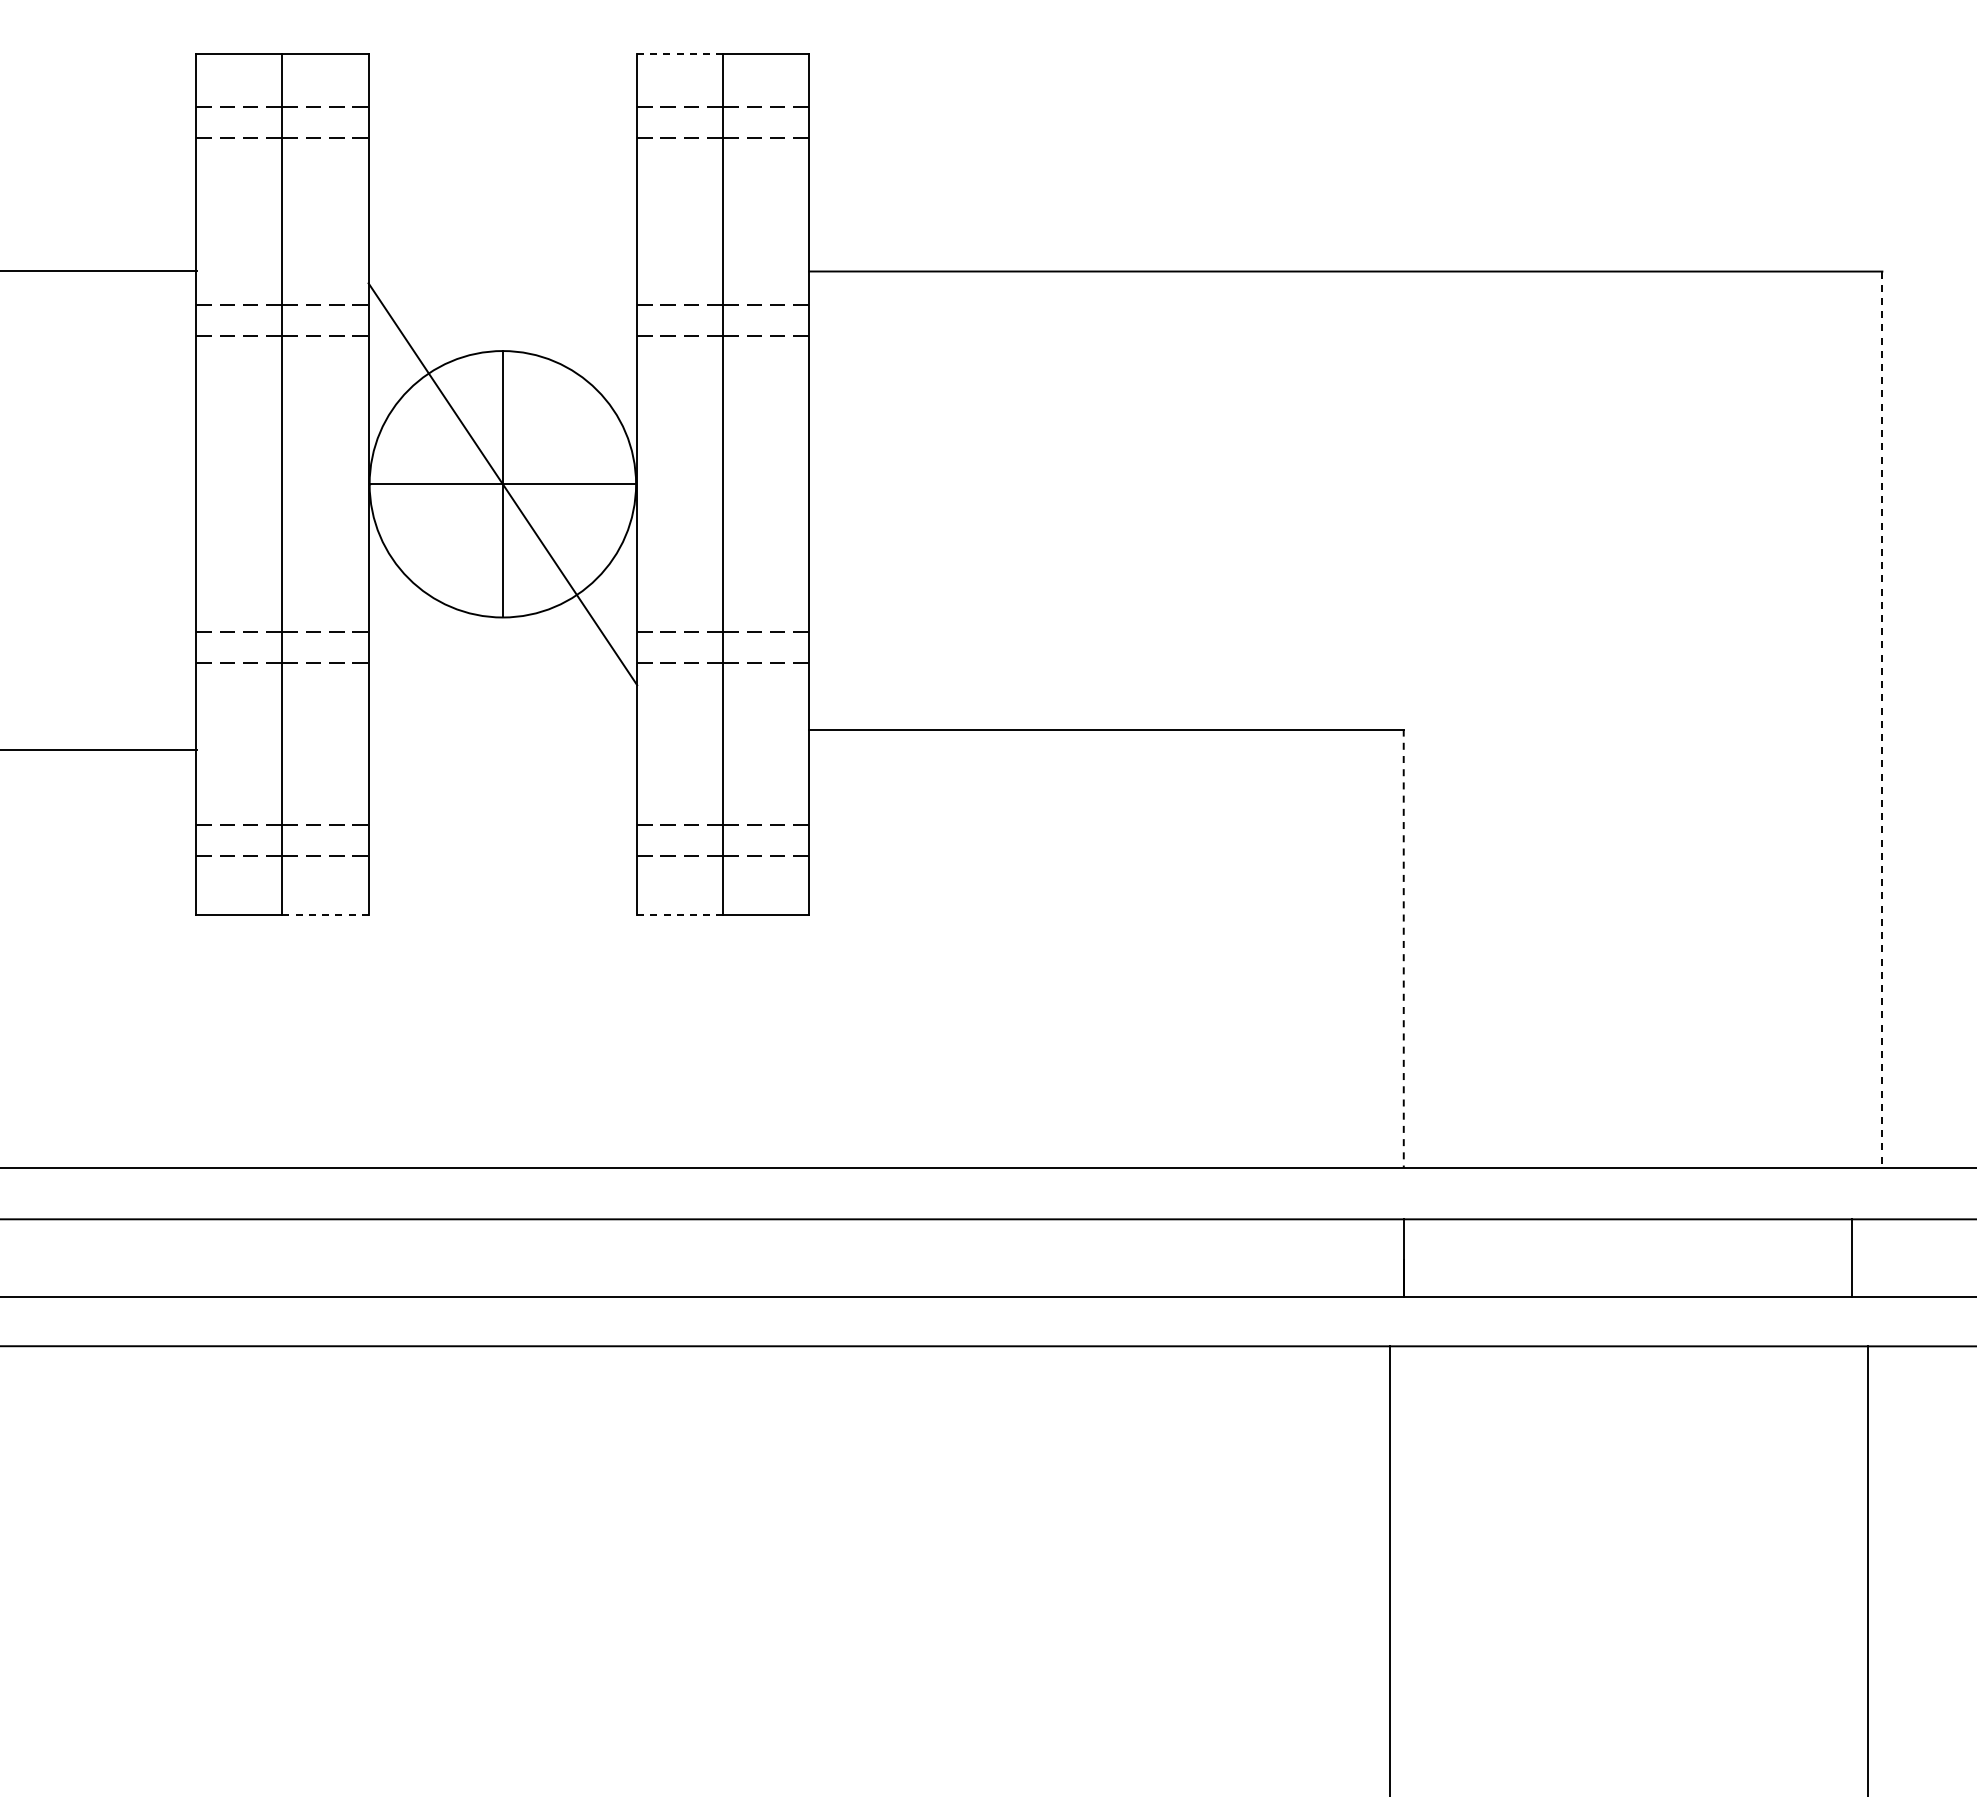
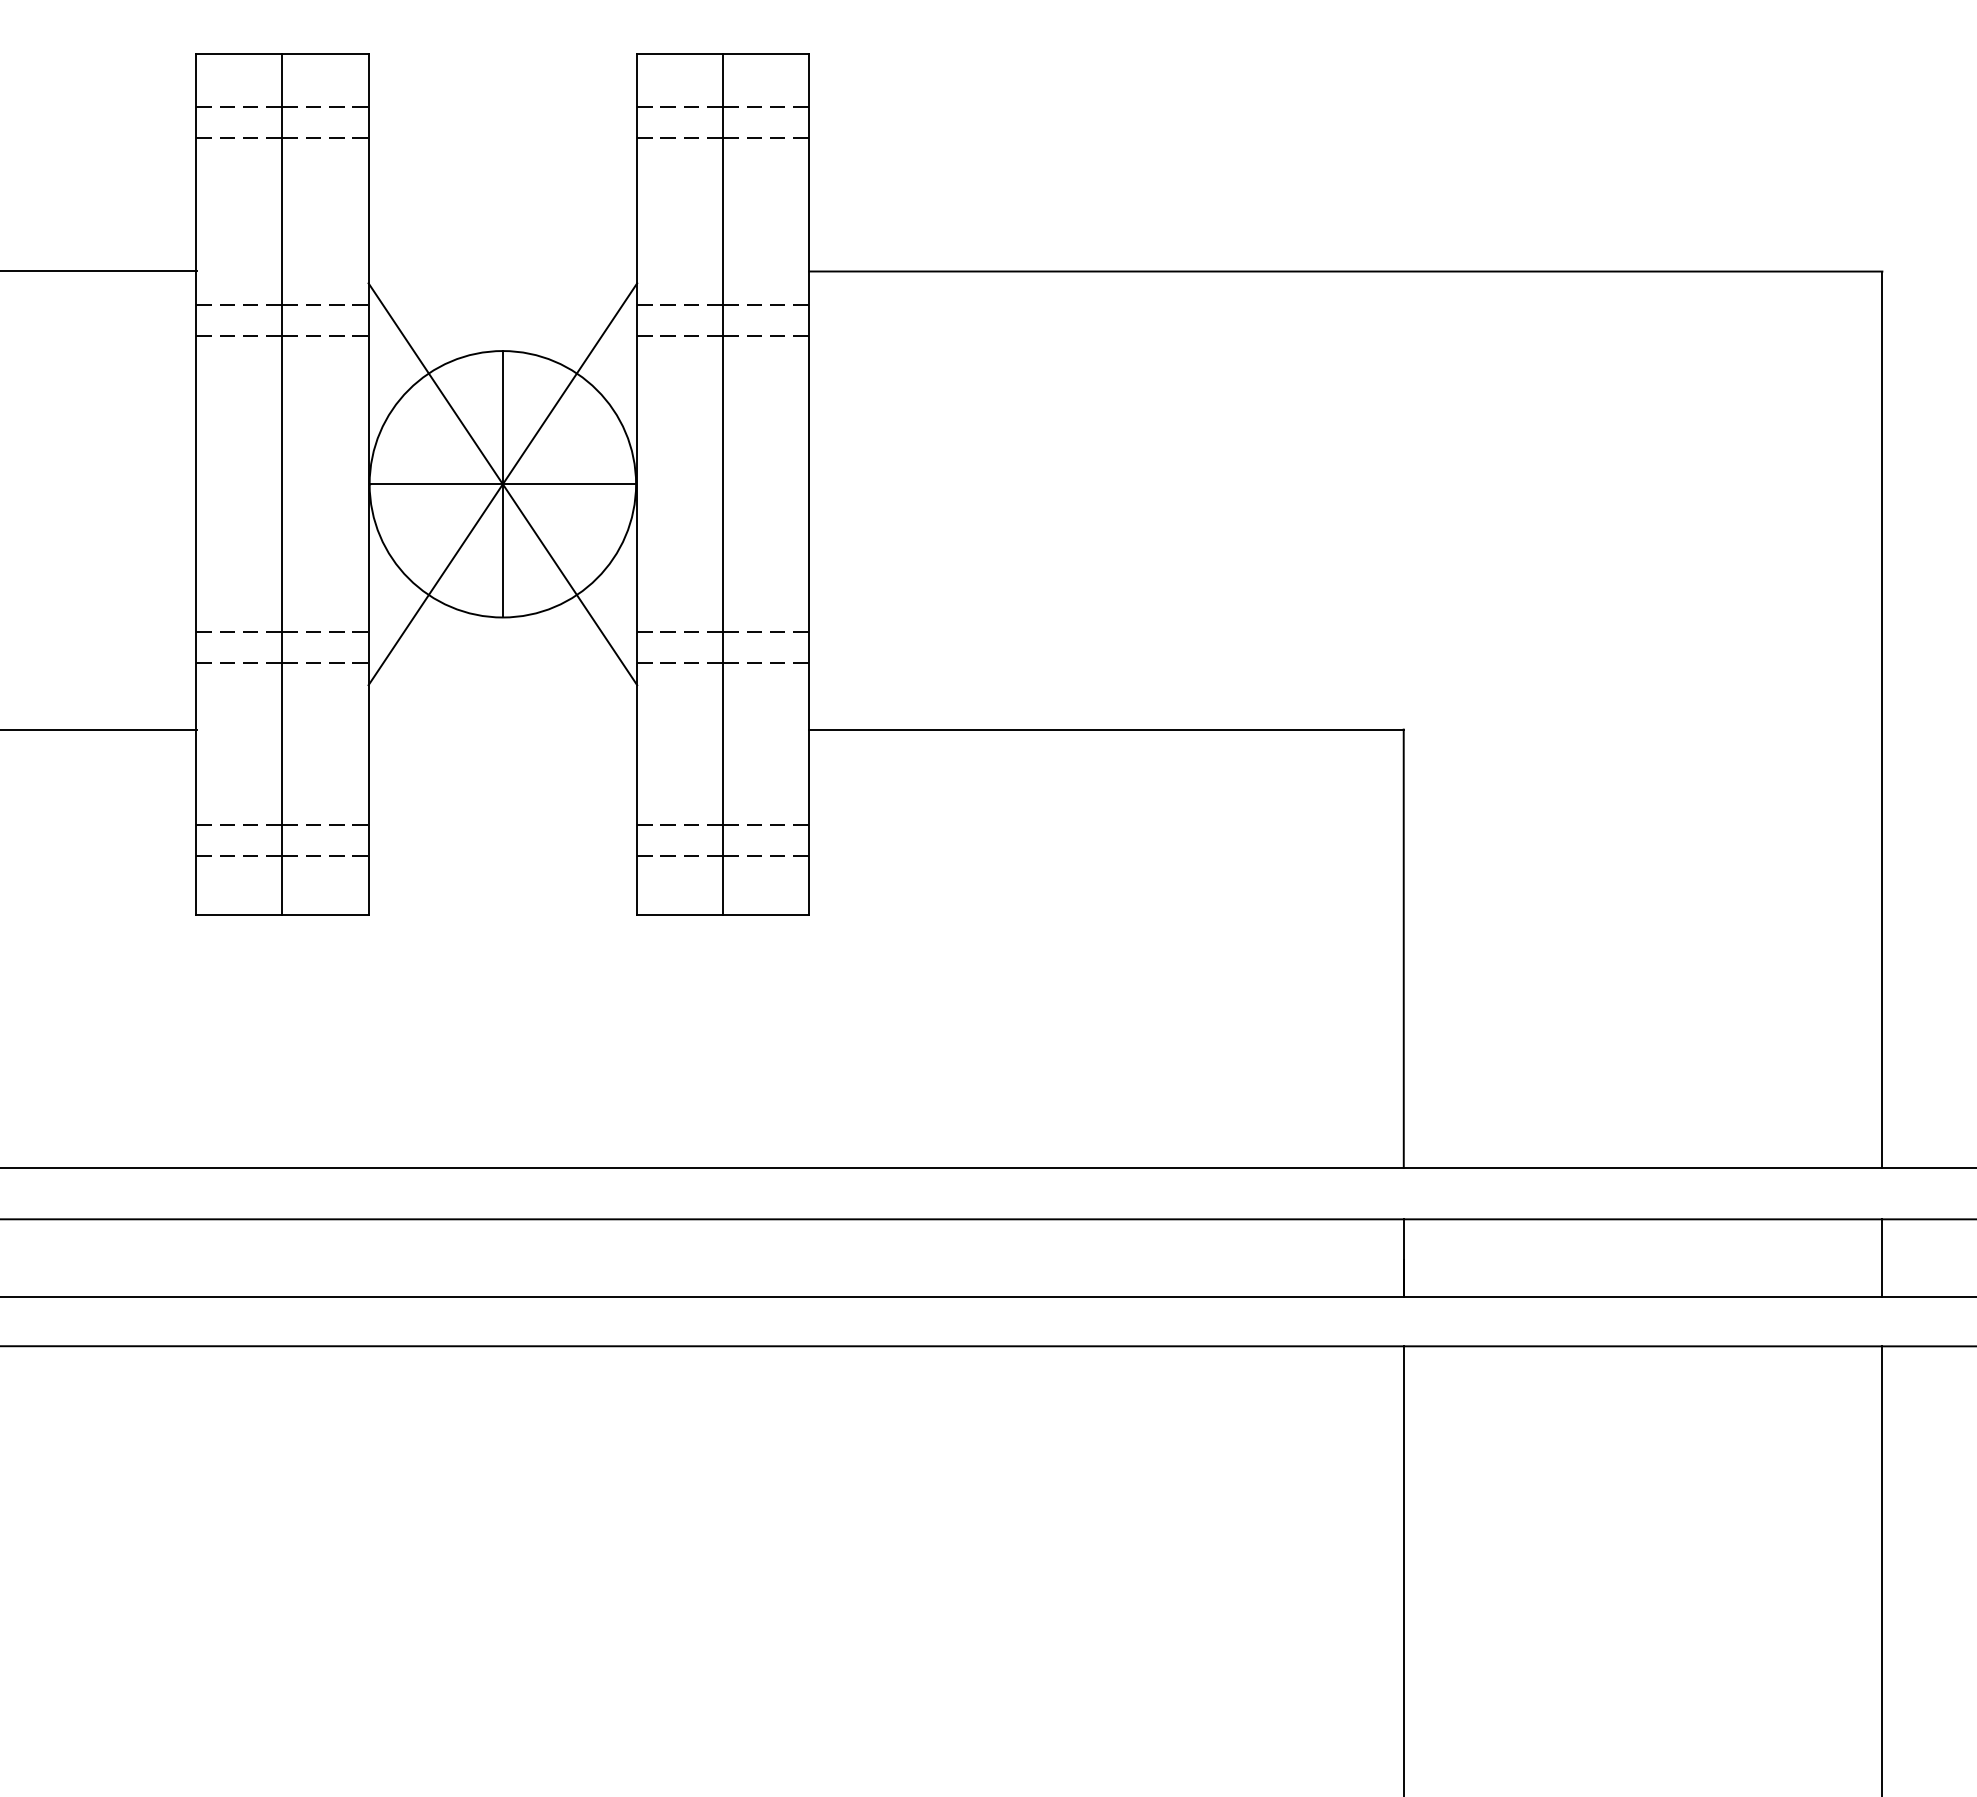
line at (679, 53): dashed -> solid
line at (502, 484): none -> present
line at (1882, 720): dashed -> solid
line at (99, 749) position: (99, 749) -> (99, 729)
line at (326, 914): dashed -> solid
line at (680, 914): dashed -> solid
line at (1403, 949): dashed -> solid
line at (1852, 1257) position: (1852, 1257) -> (1882, 1257)
line at (1389, 1569) position: (1389, 1569) -> (1403, 1569)
line at (1868, 1569) position: (1868, 1569) -> (1882, 1569)
